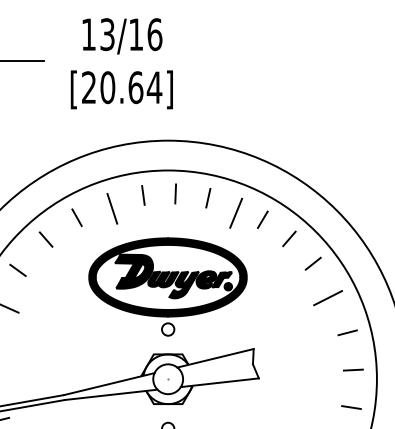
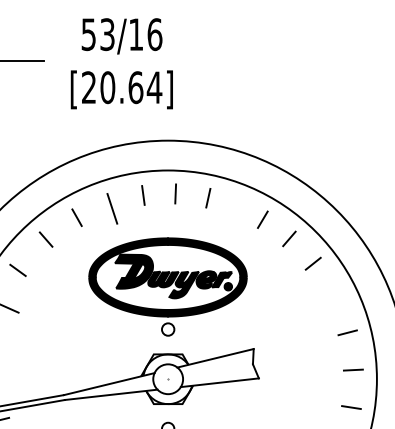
text at (88, 34): 13/16 -> 53/16
line at (236, 212): present -> none
line at (328, 298): present -> none
